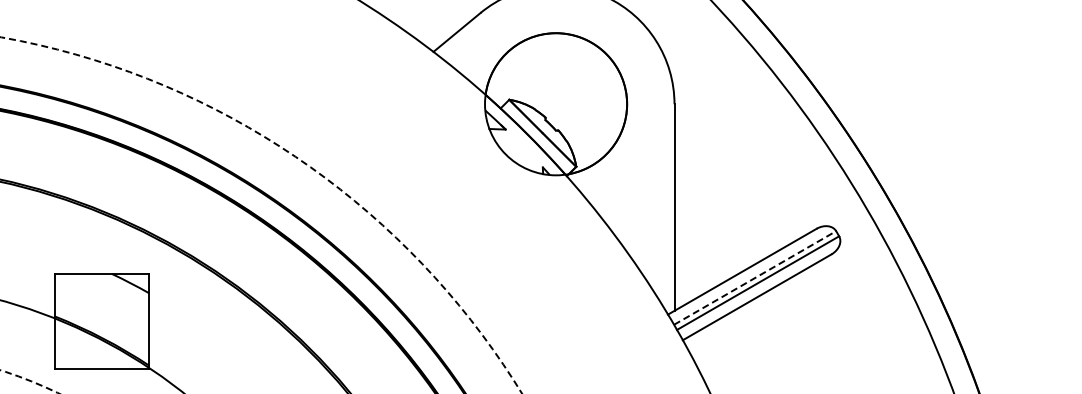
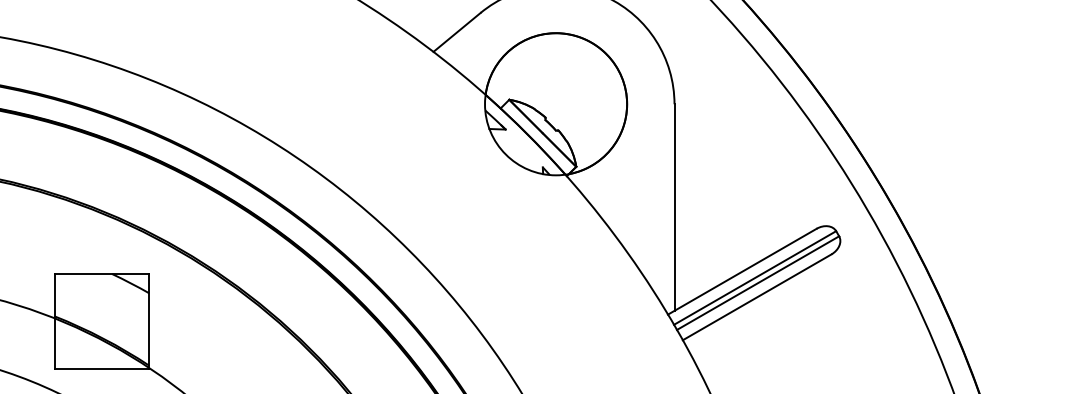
circle at (260, 215): dashed -> solid
line at (755, 278): dashed -> solid
arc at (30, 380): dashed -> solid
